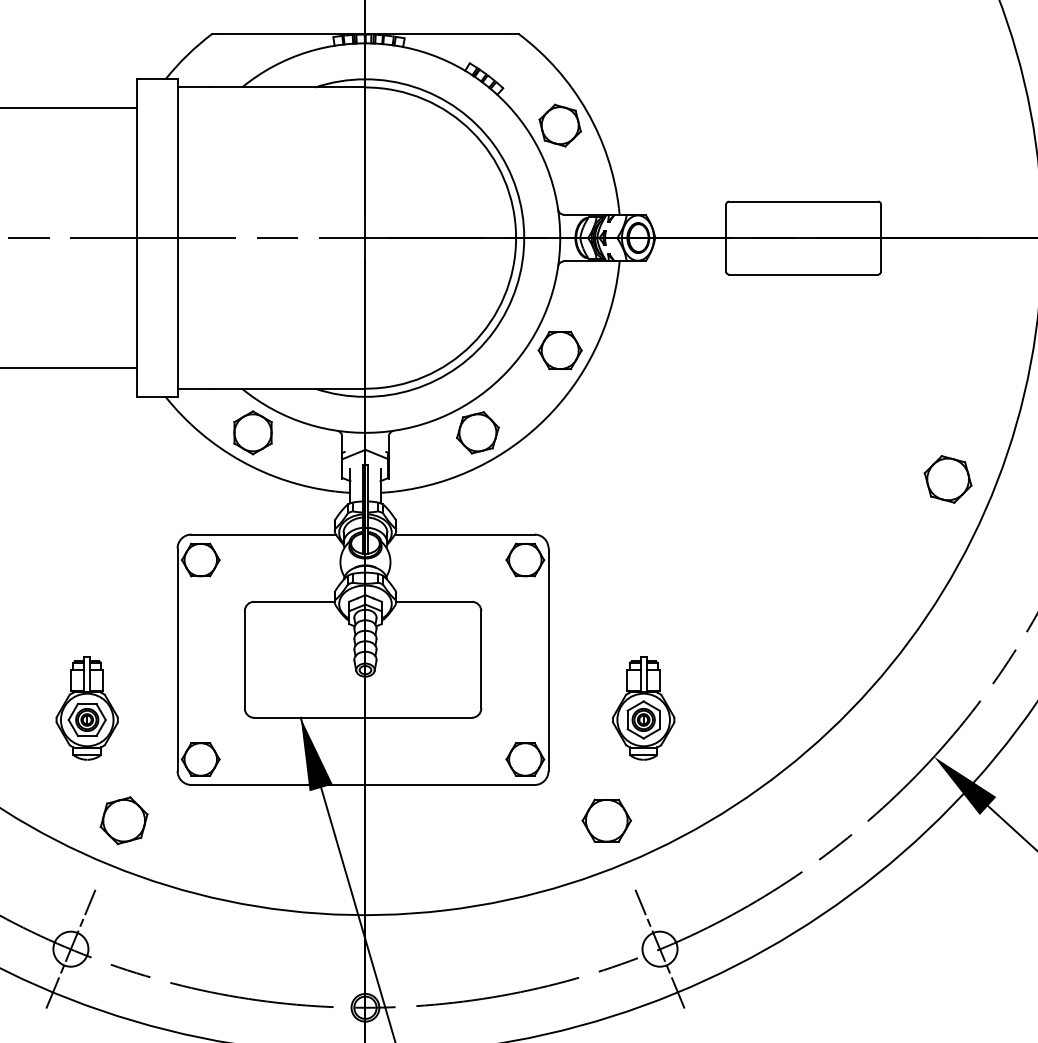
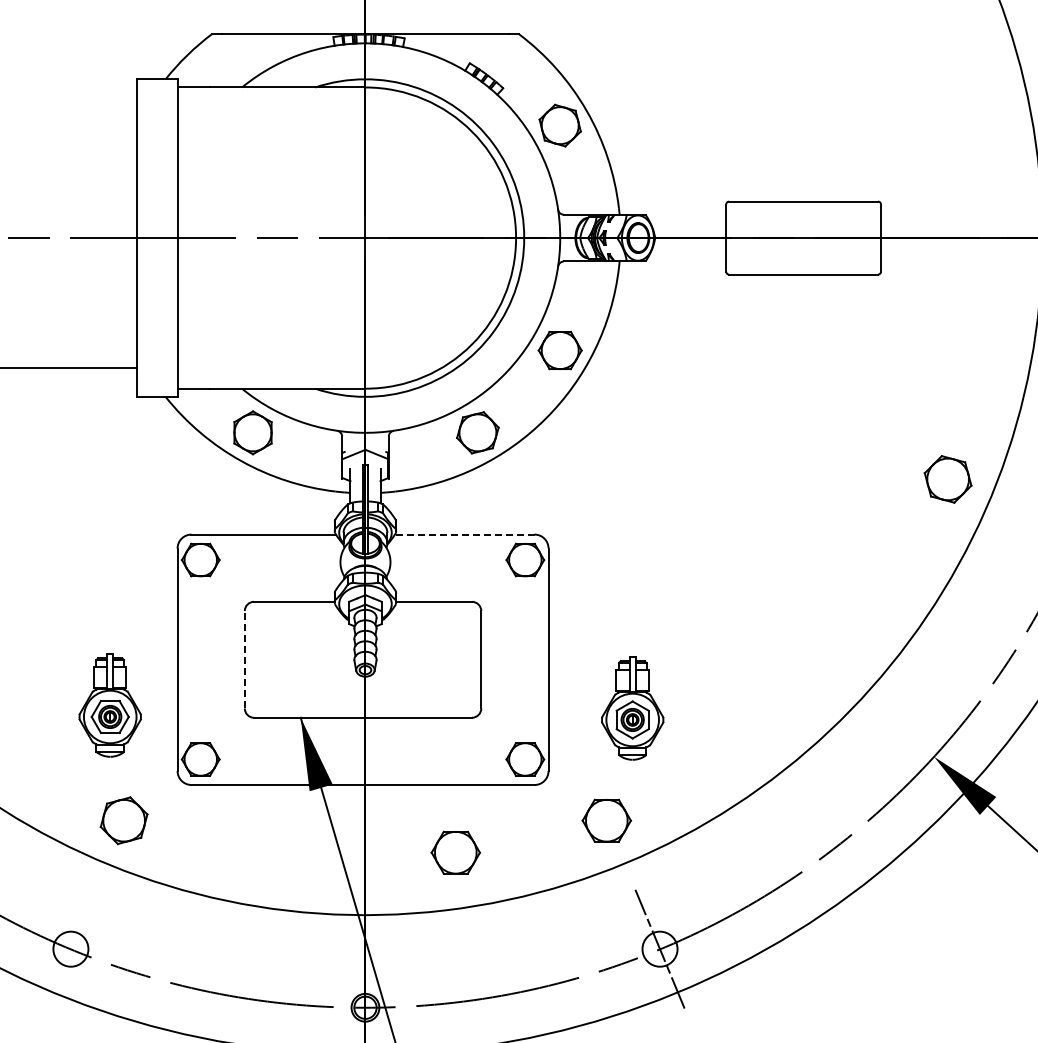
line at (69, 108): present -> none
line at (464, 534): solid -> dashed
line at (244, 659): solid -> dashed
part at (86, 708) position: (86, 708) -> (109, 705)
part at (643, 708) position: (643, 708) -> (632, 708)
part at (455, 852): none -> present
line at (70, 948): present -> none
